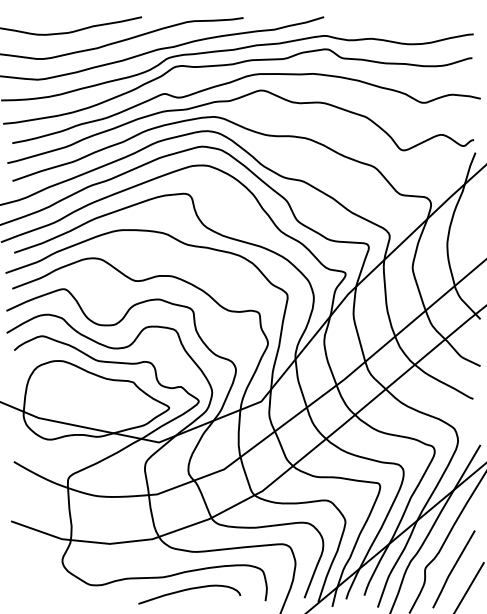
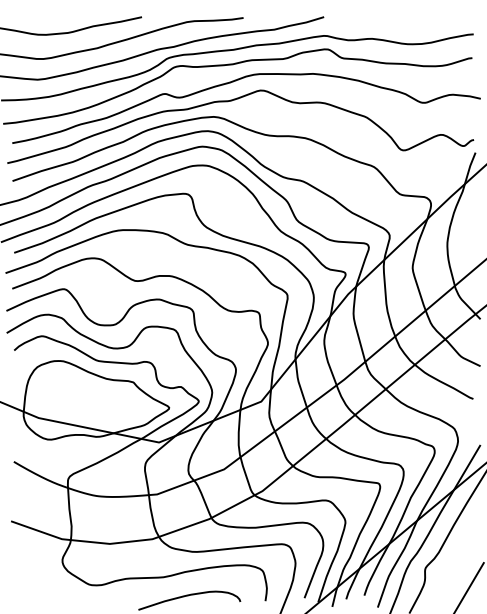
line at (453, 569): present -> none
curve at (188, 590) position: (188, 590) -> (188, 596)
